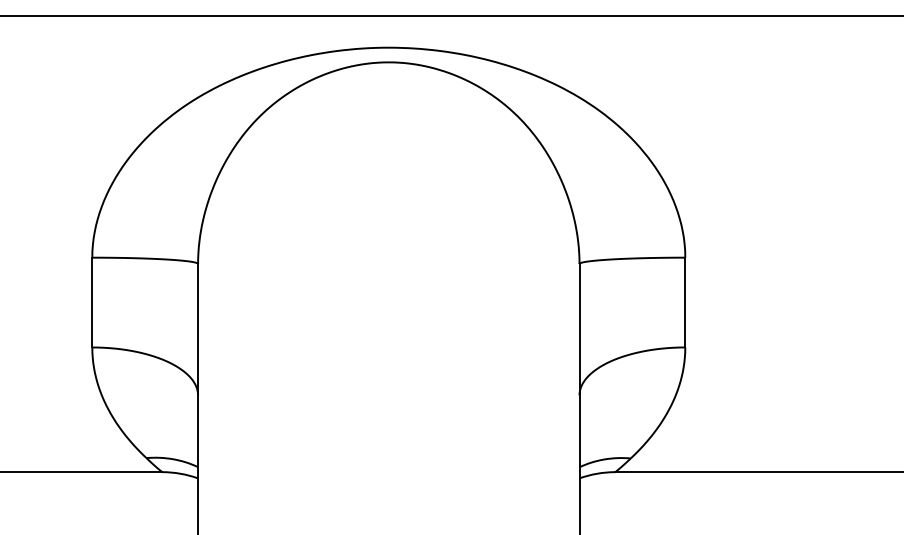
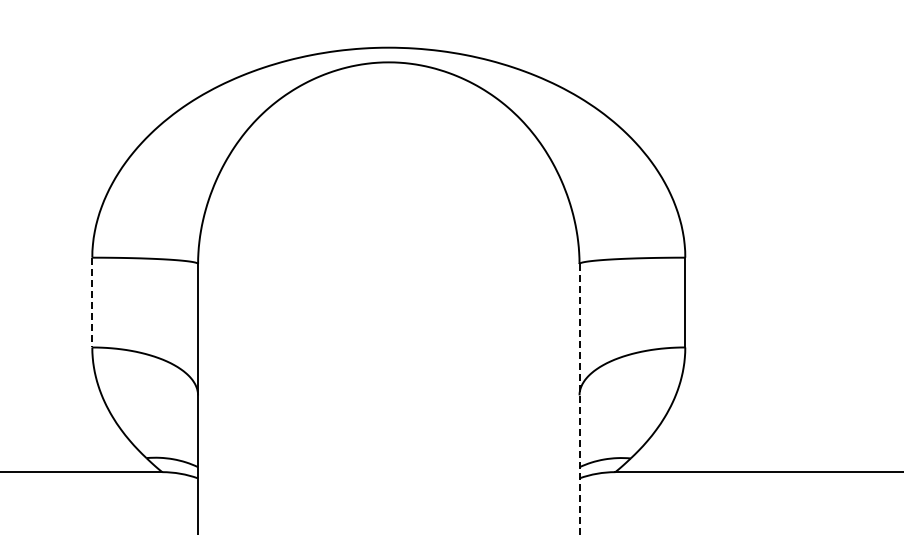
line at (451, 16): present -> none
line at (92, 302): solid -> dashed
line at (579, 399): solid -> dashed
